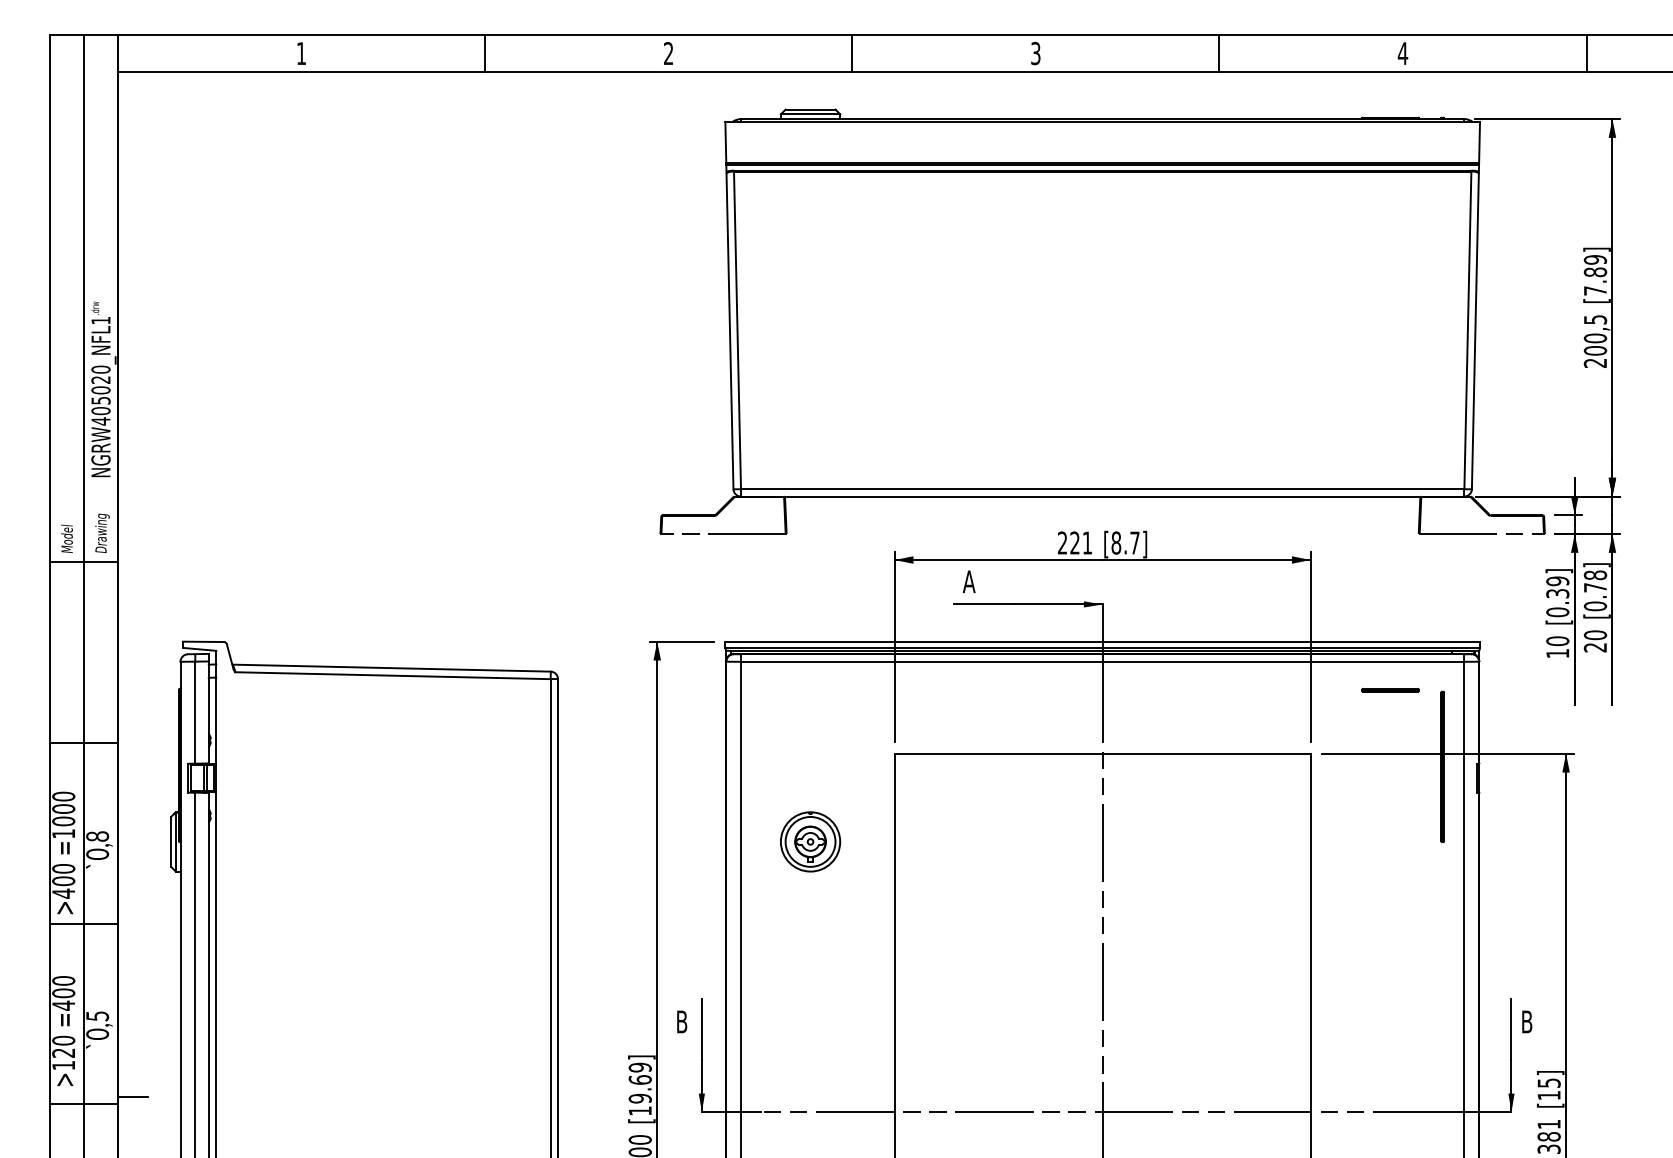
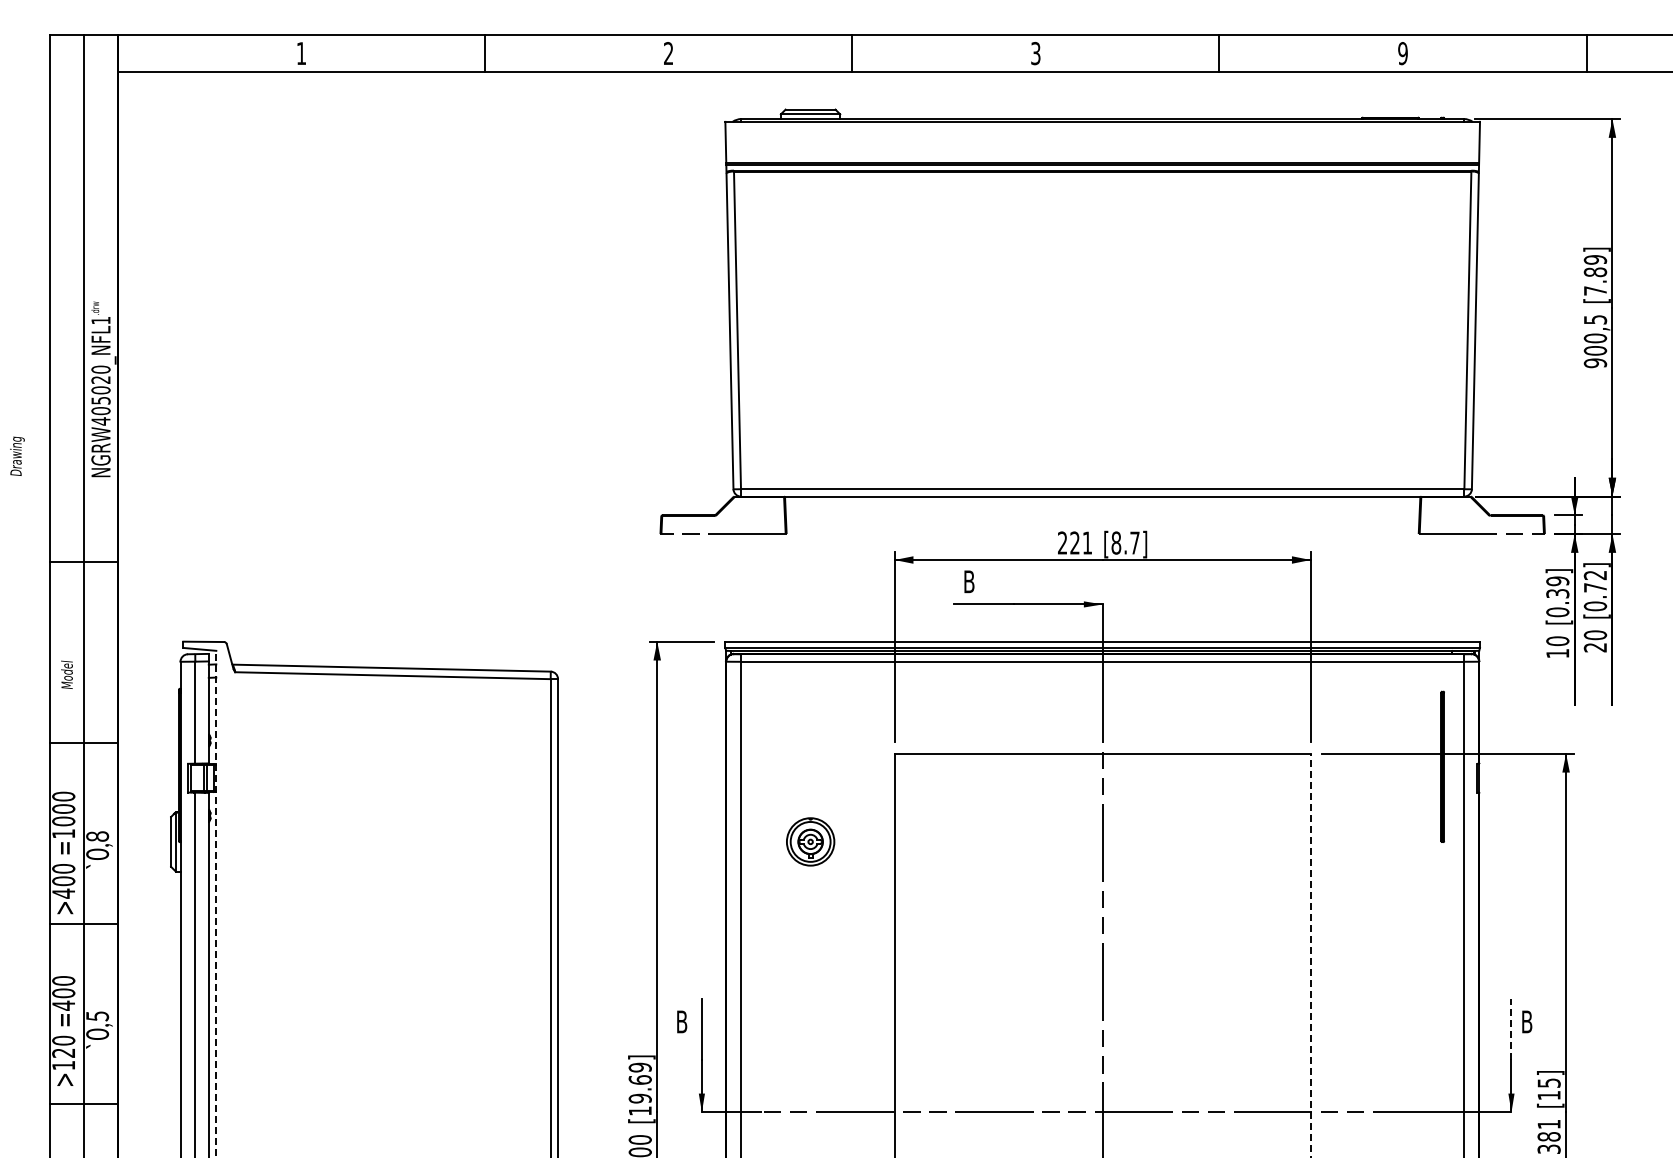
text at (1402, 53): 4 -> 9
text at (1595, 363): 200,5 -> 900,5
text at (102, 532) position: (102, 532) -> (17, 455)
text at (66, 538) position: (66, 538) -> (66, 674)
text at (1595, 575): [0.78] -> [0.72]
text at (968, 581): A -> B
line at (1390, 690): present -> none
part at (810, 841) size: 62x62 px -> 50x50 px
line at (216, 903): solid -> dashed
line at (1310, 955): solid -> dashed
line at (1511, 1028): solid -> dashed
line at (132, 1096): present -> none
